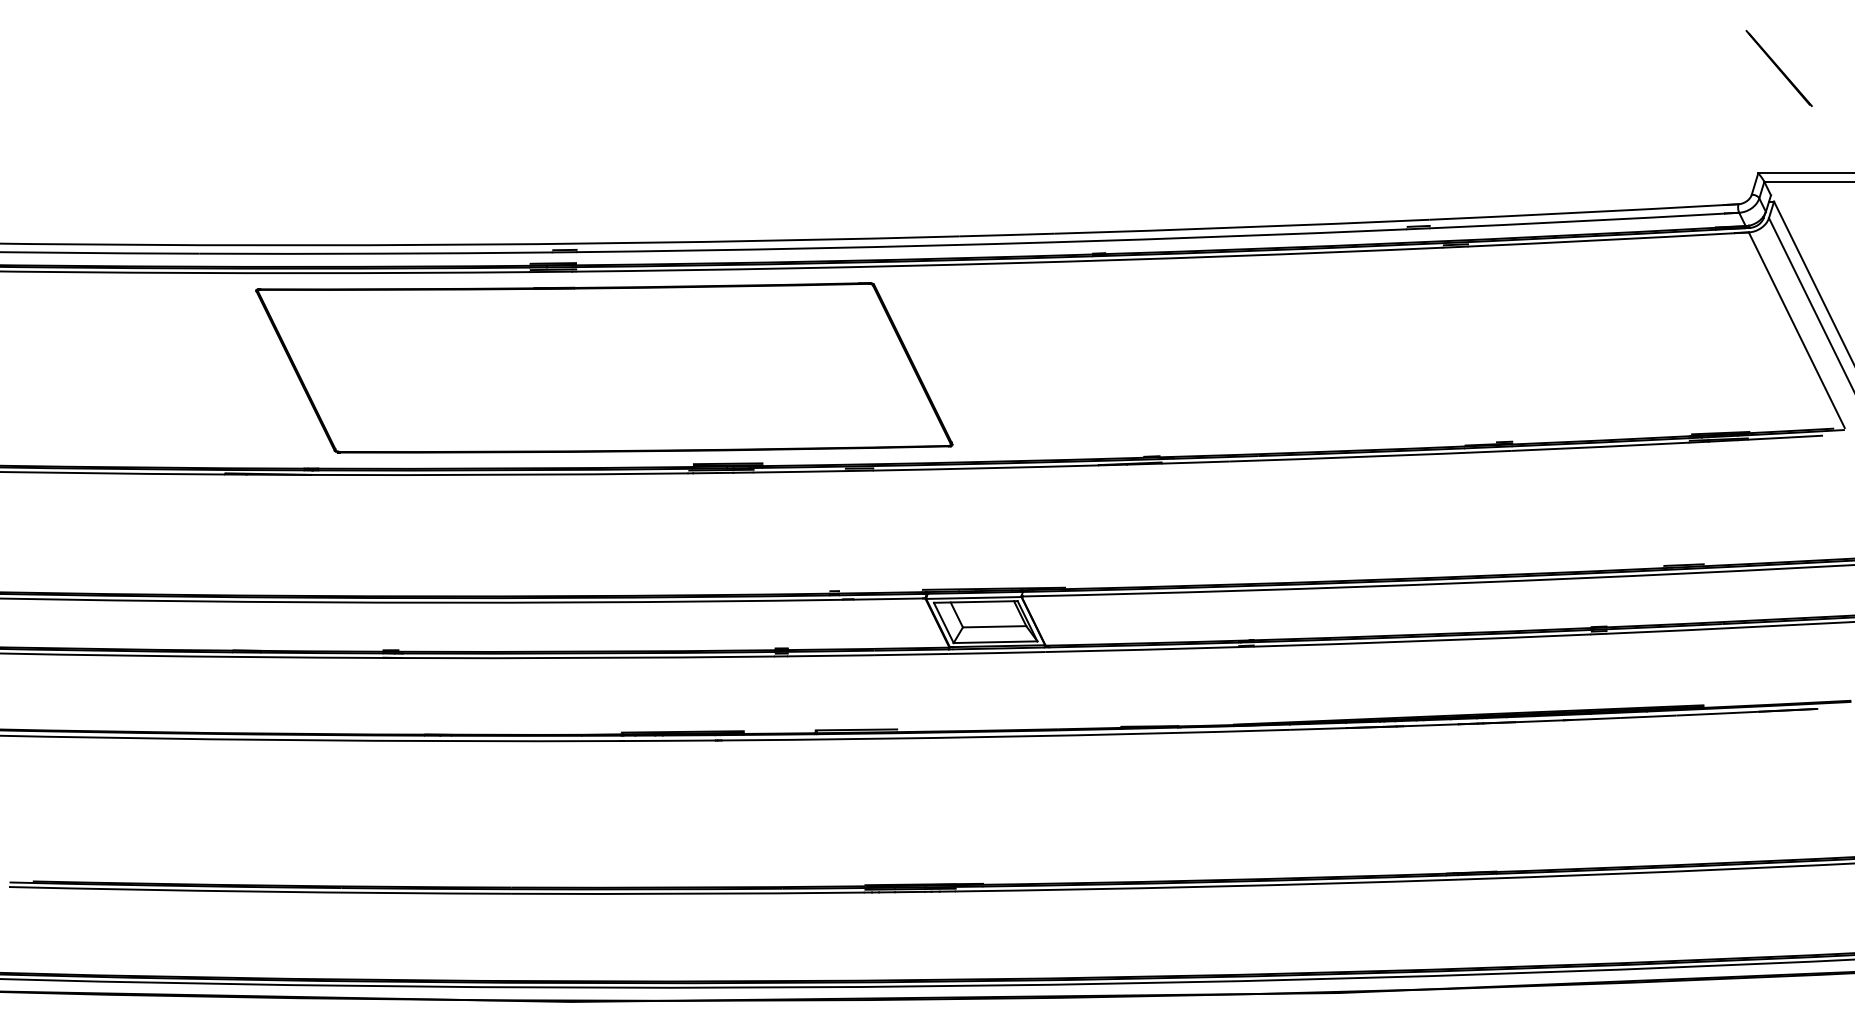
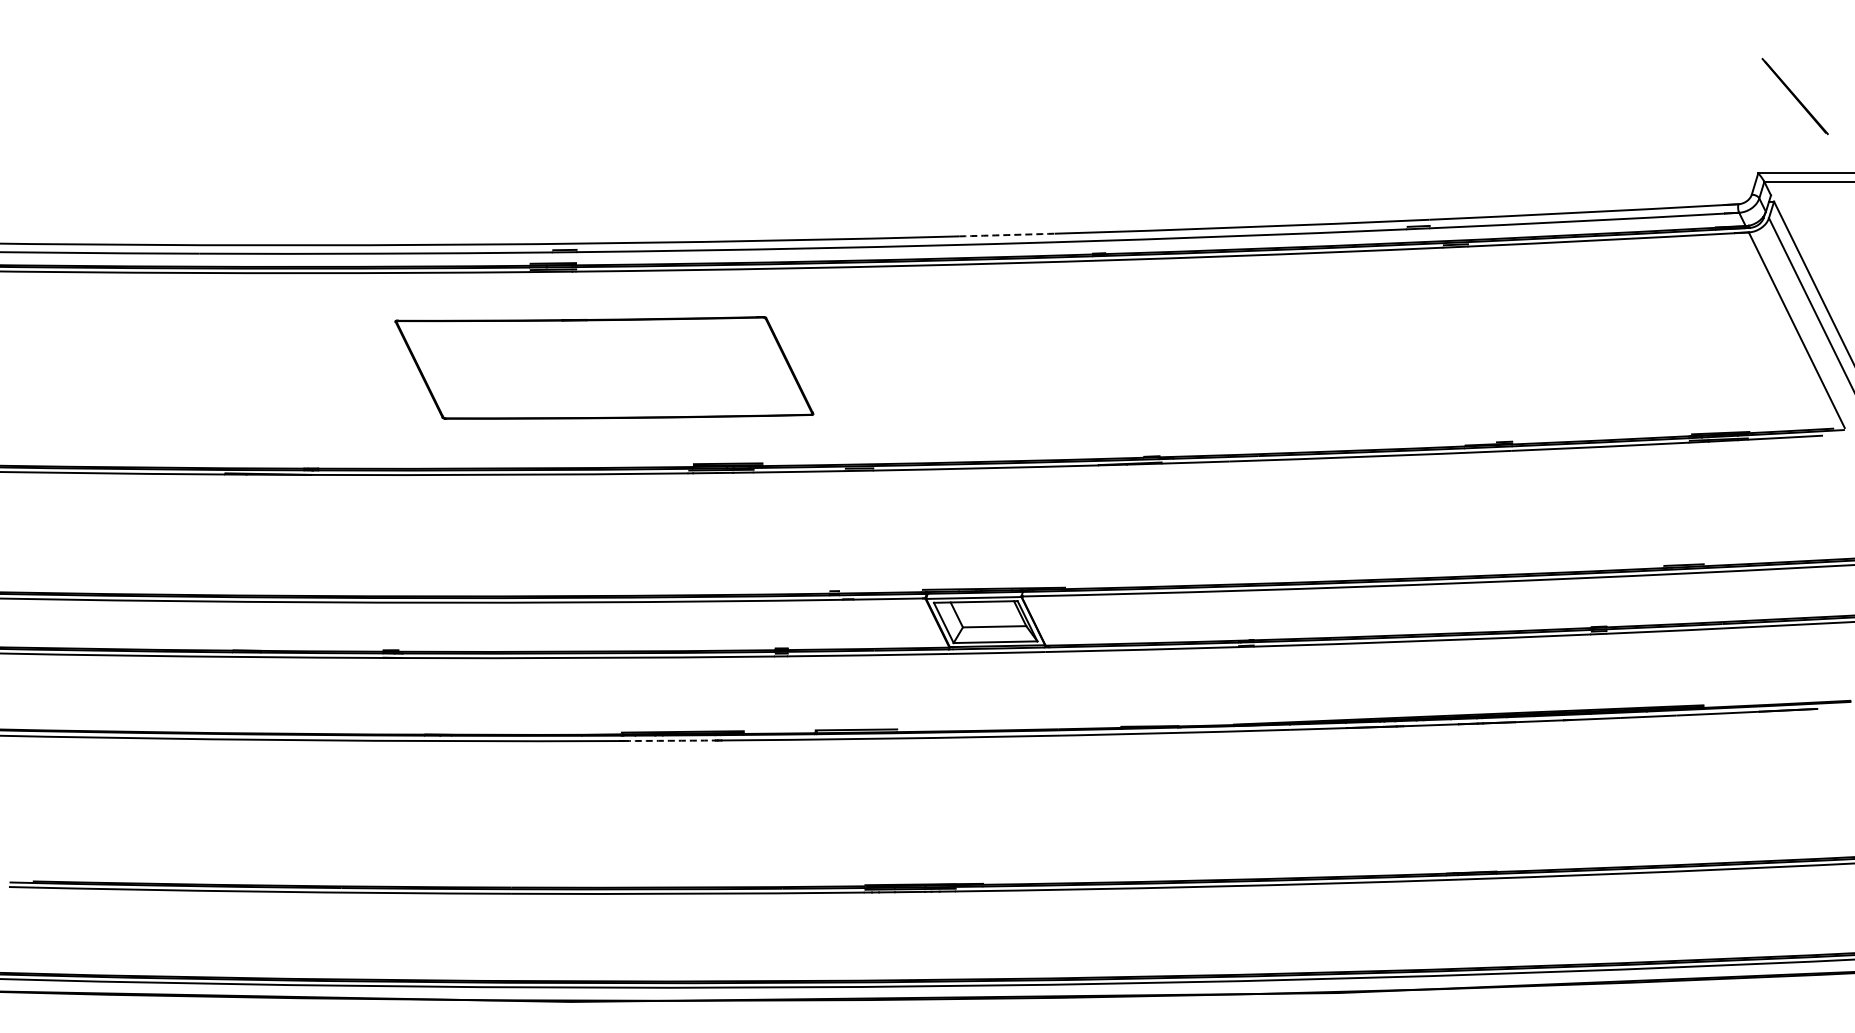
line at (1778, 68) position: (1778, 68) -> (1794, 96)
arc at (1007, 235): solid -> dashed
part at (604, 367) size: 699x172 px -> 421x104 px
arc at (669, 740): solid -> dashed
